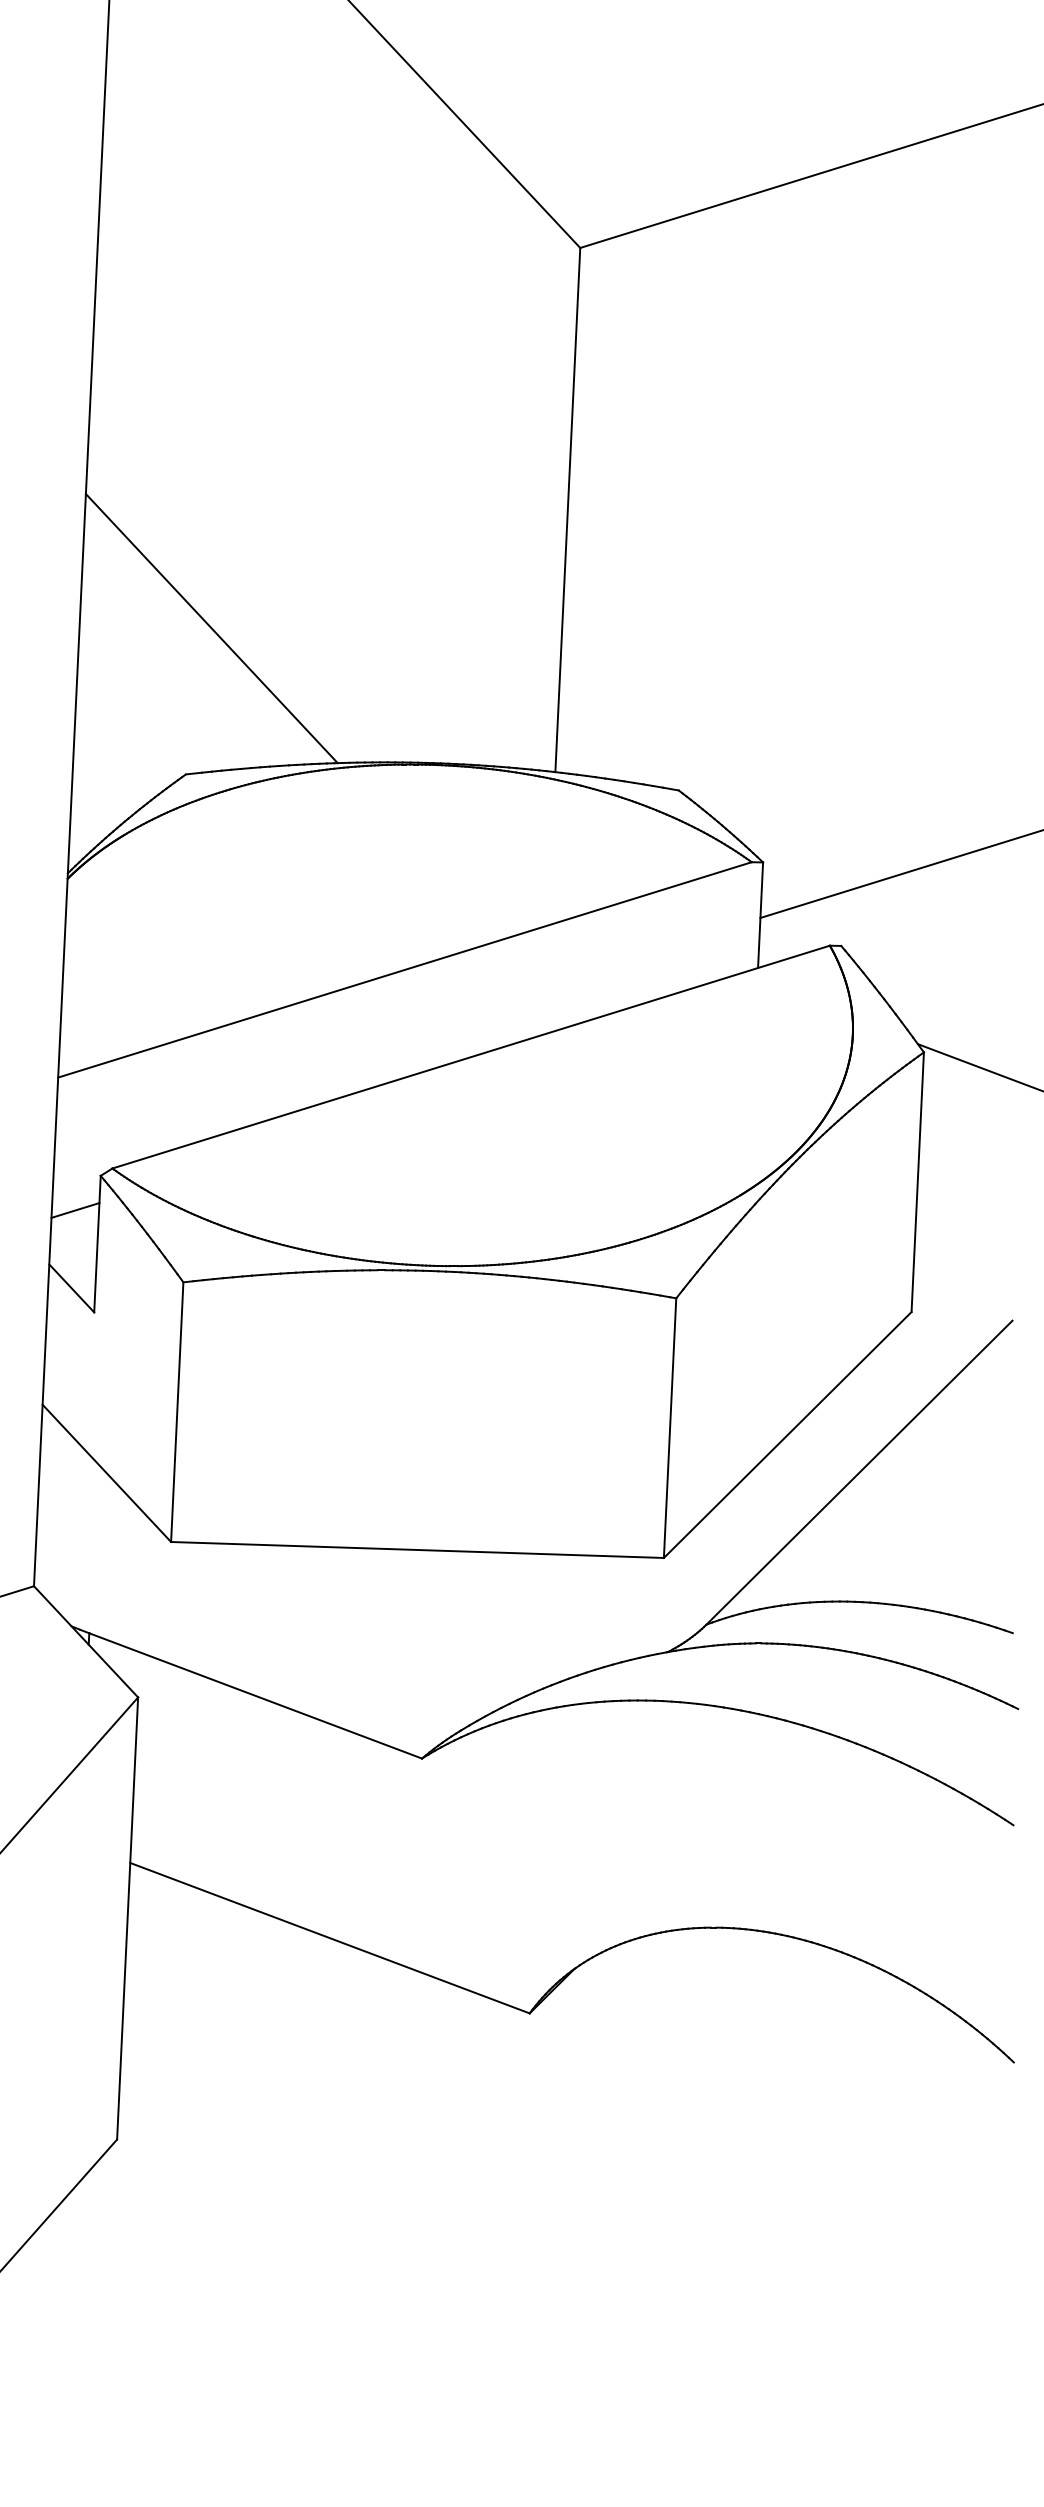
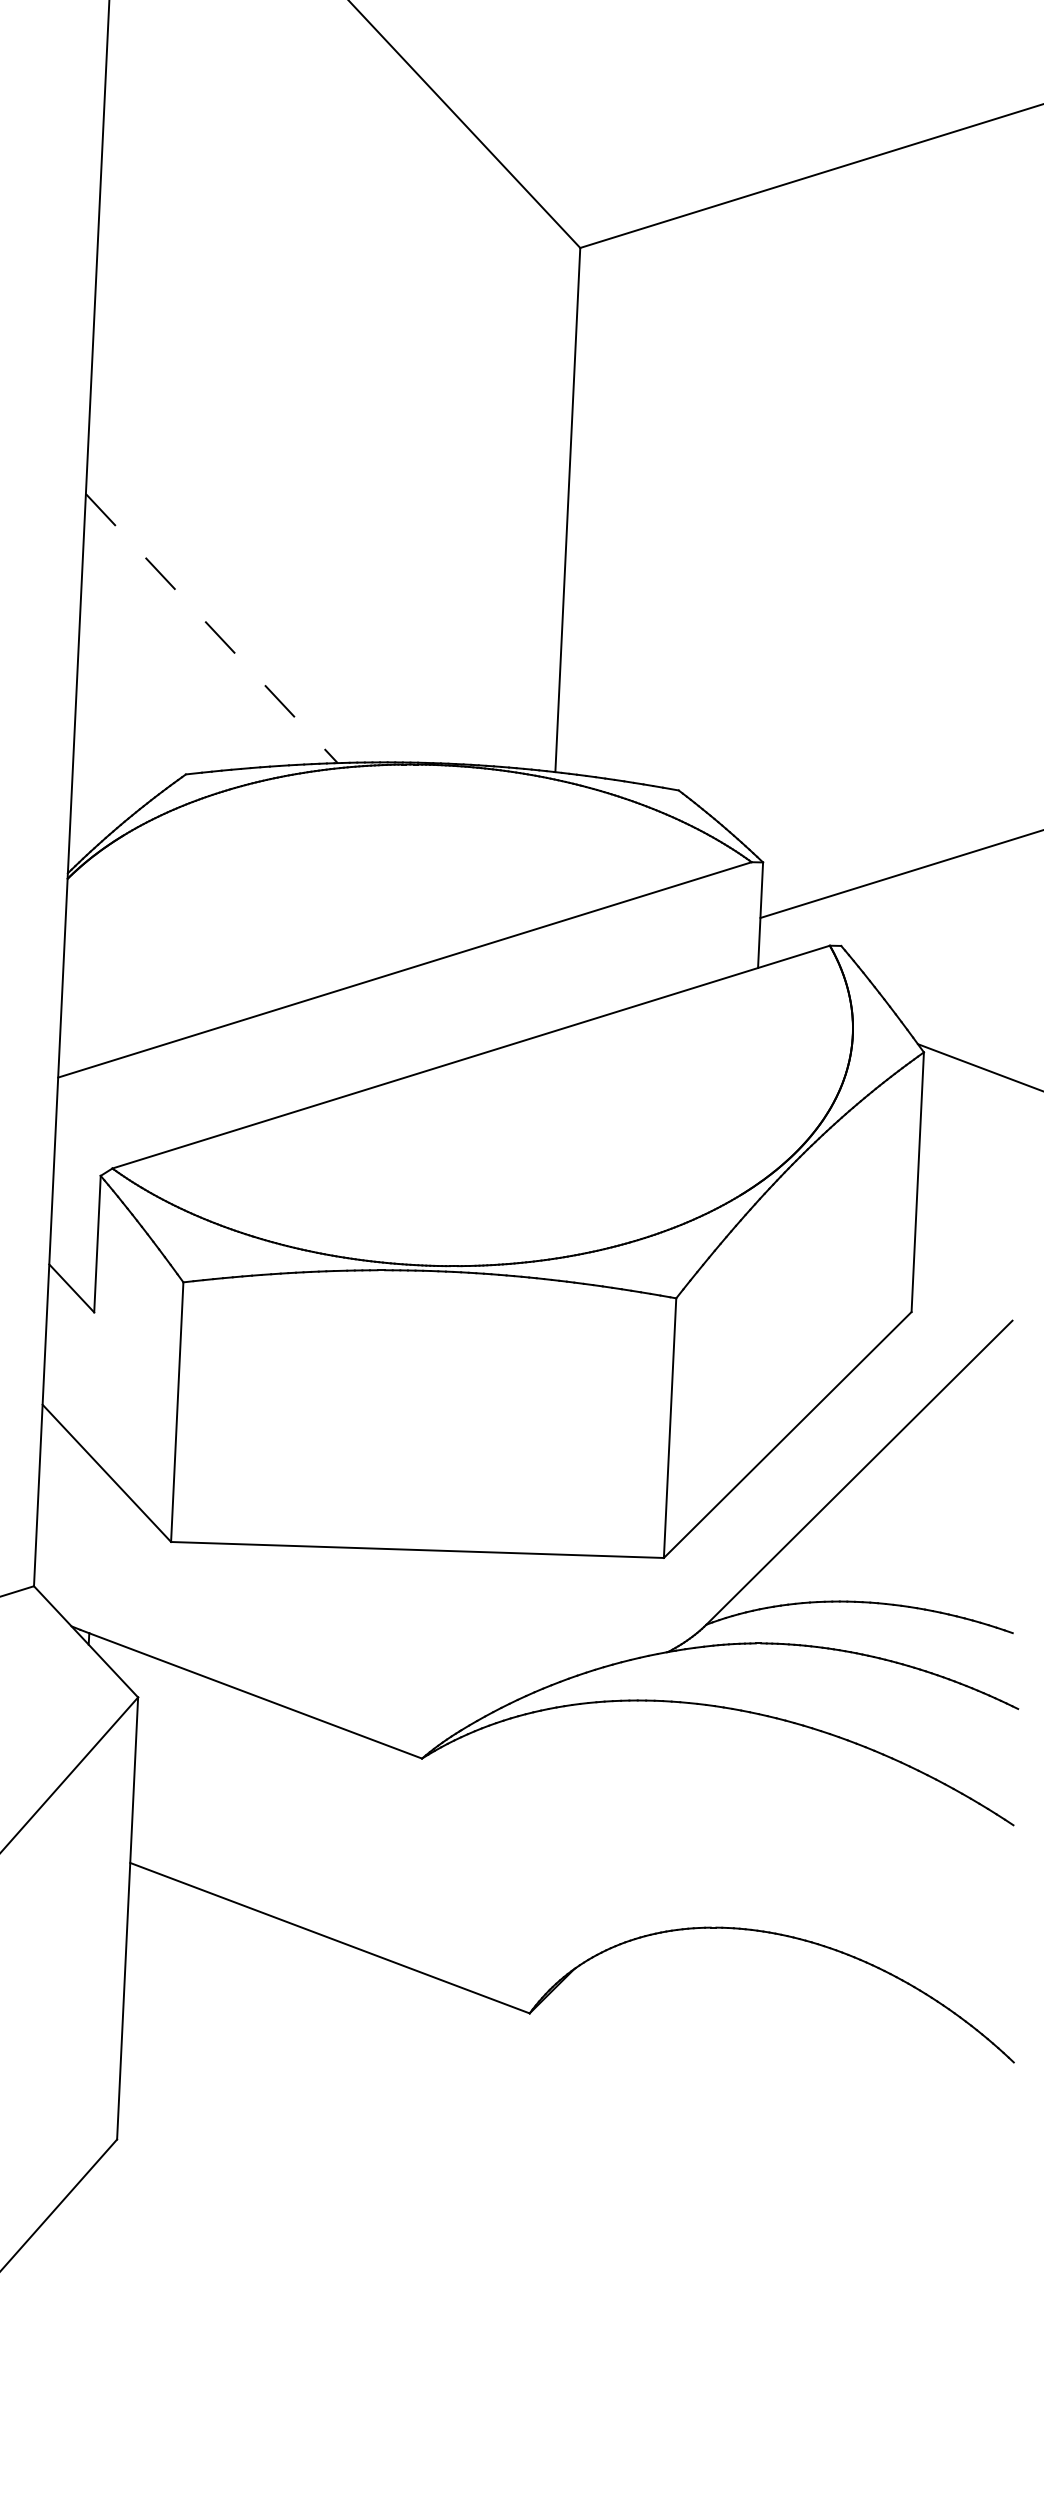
line at (212, 628): solid -> dashed
line at (75, 1210): present -> none
